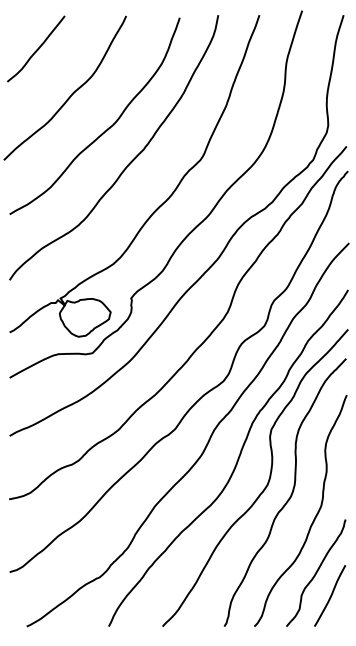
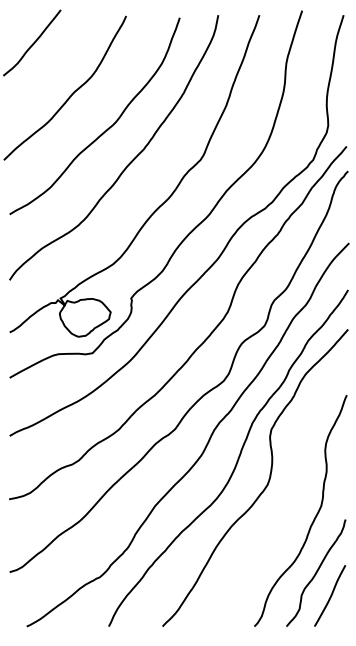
curve at (37, 48) position: (37, 48) -> (33, 42)
curve at (290, 494): present -> none
